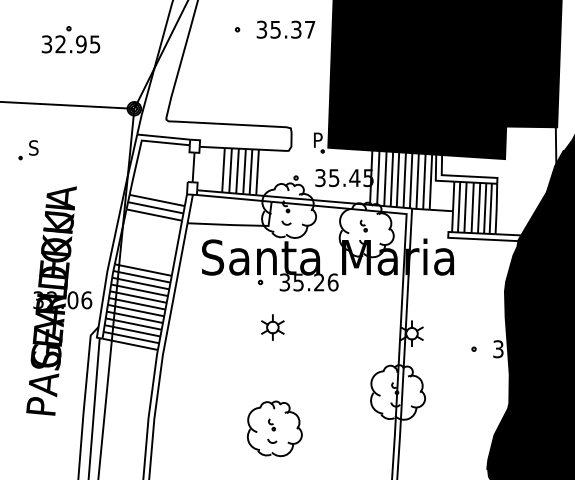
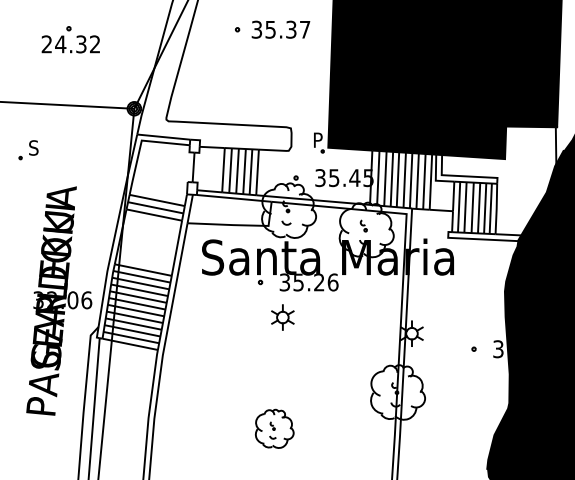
text at (285, 29) position: (285, 29) -> (280, 29)
text at (70, 44): 32.95 -> 24.32
part at (272, 327) position: (272, 327) -> (282, 317)
part at (274, 428) size: 57x58 px -> 40x41 px
